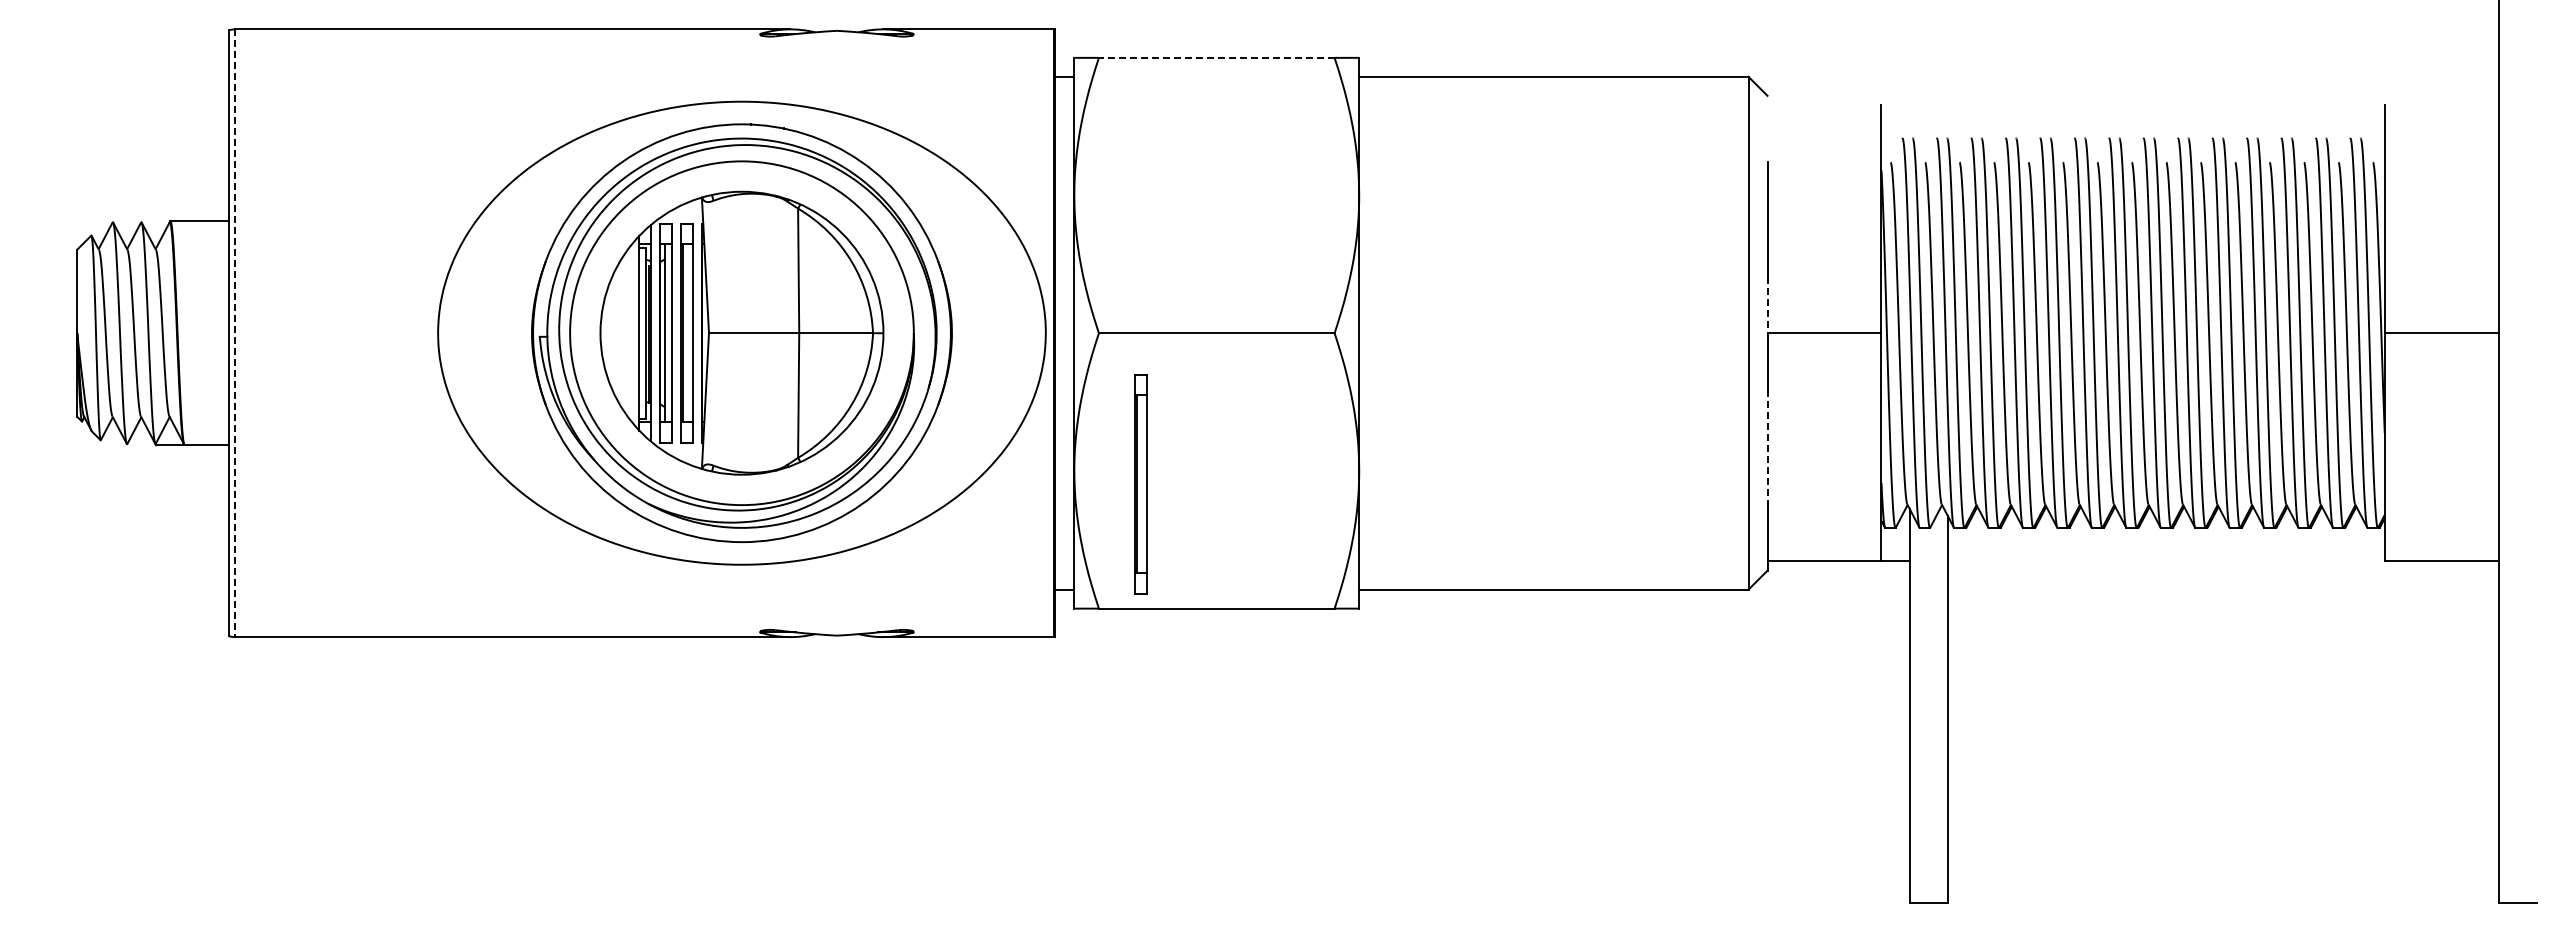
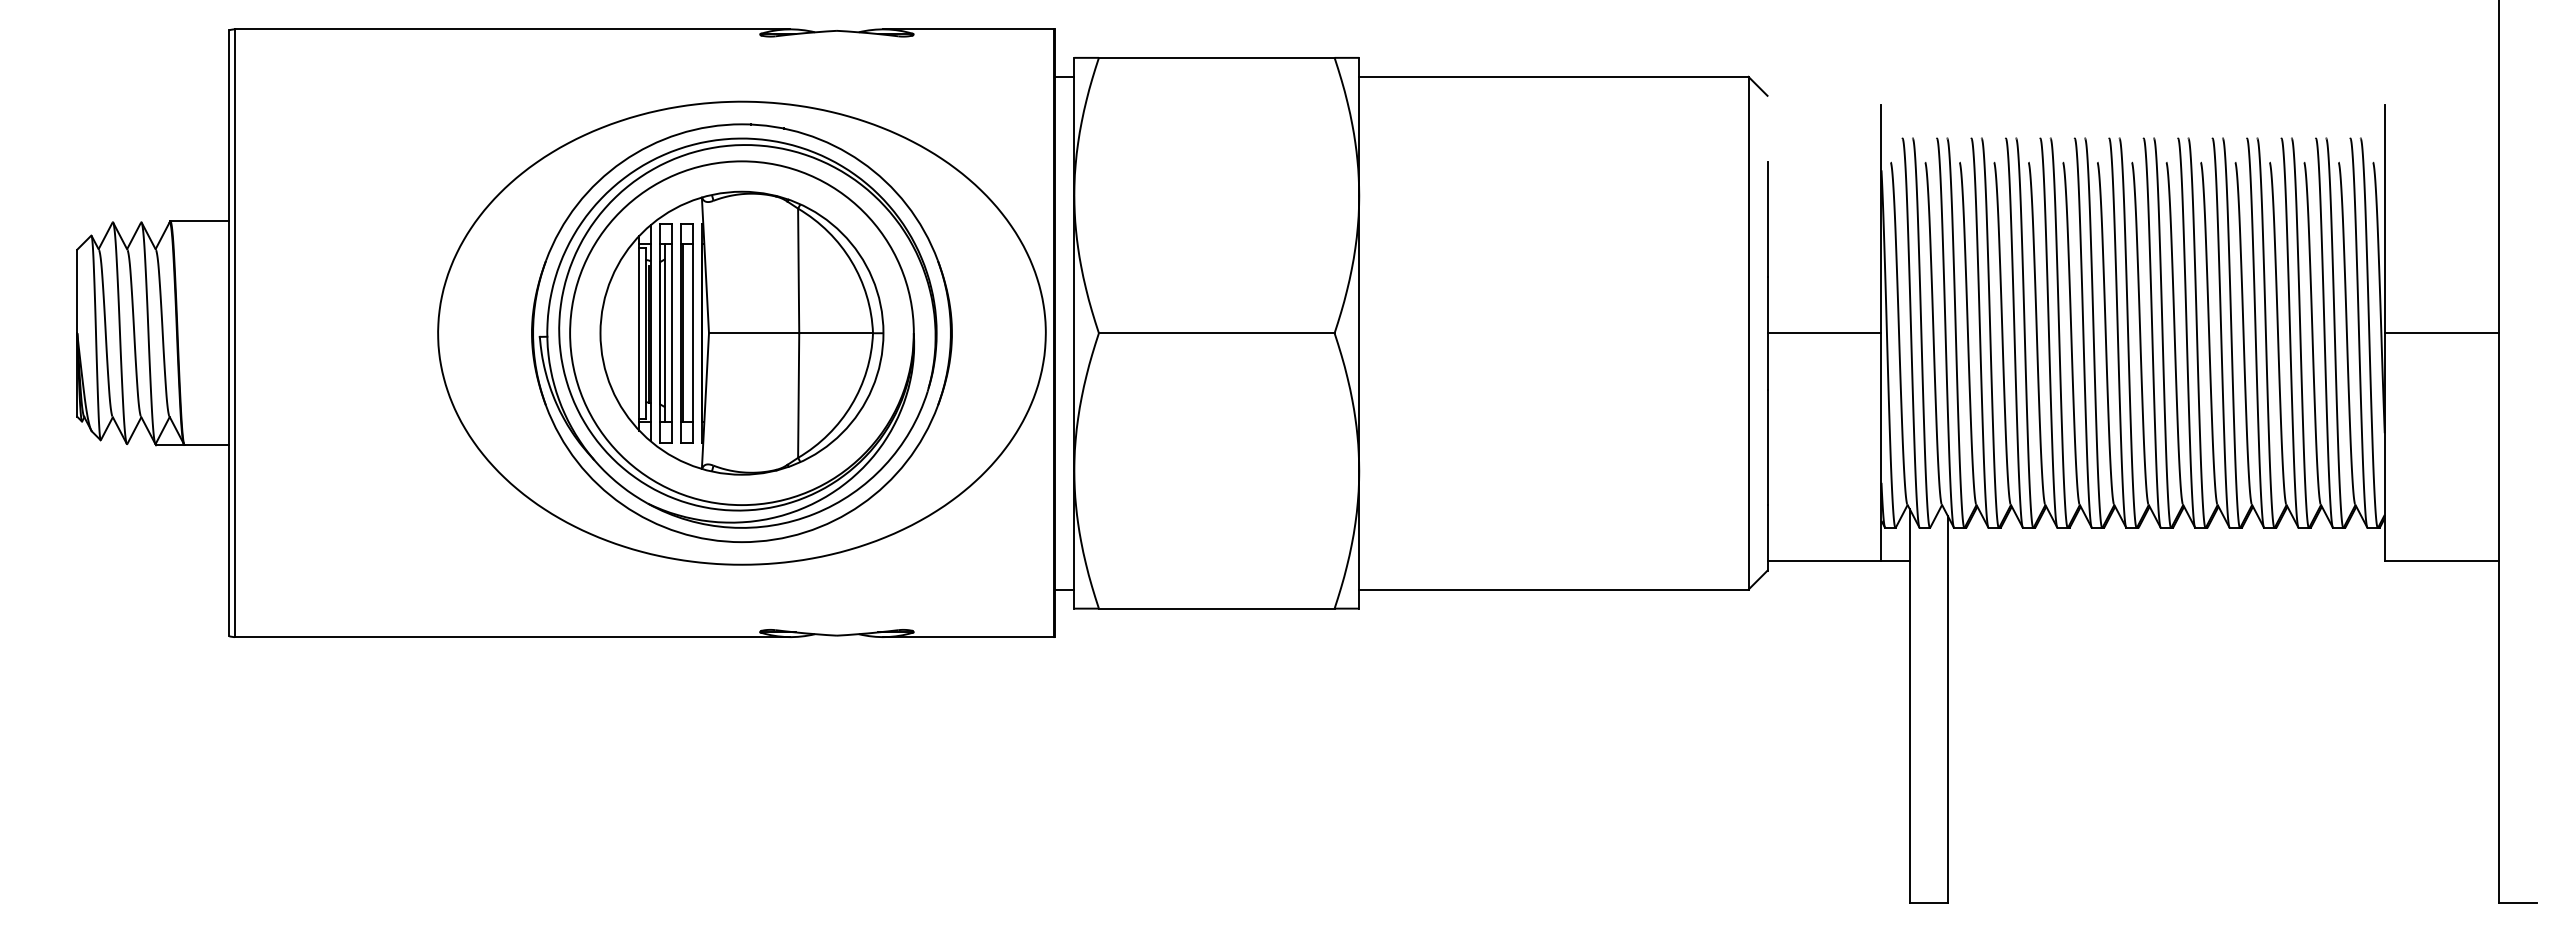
line at (1216, 57): dashed -> solid
line at (1767, 305): dashed -> solid
line at (235, 333): dashed -> solid
line at (1767, 447): dashed -> solid
part at (1140, 484): present -> none
